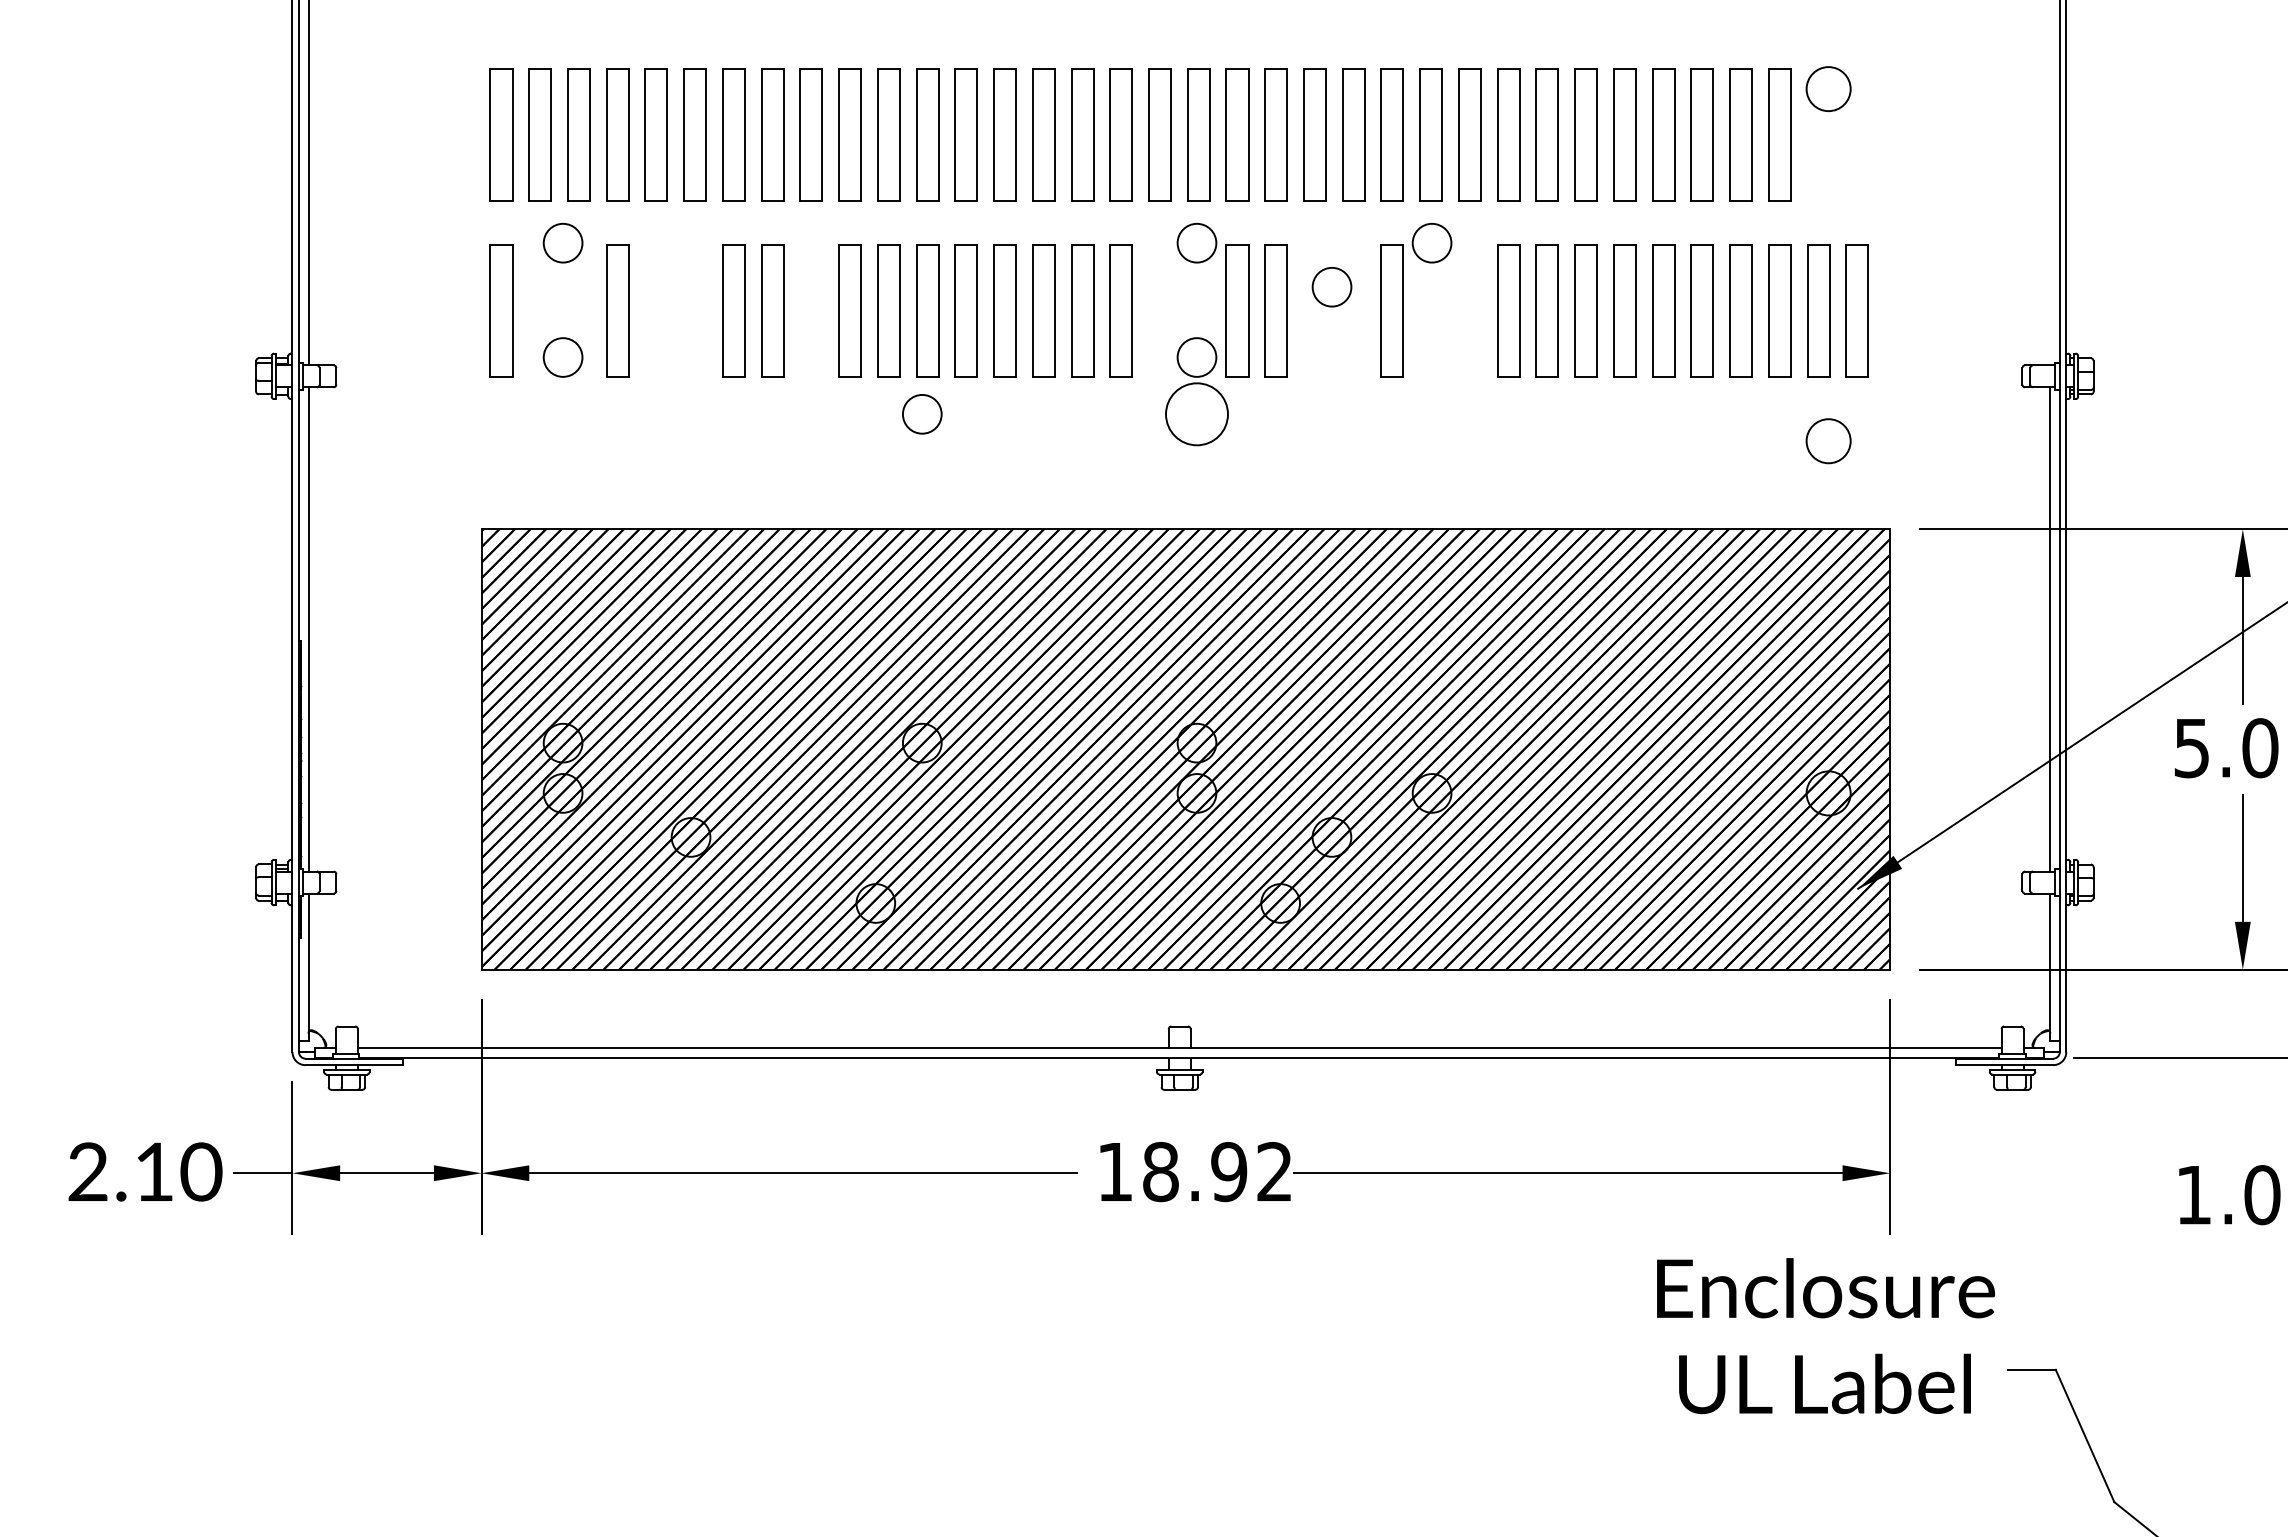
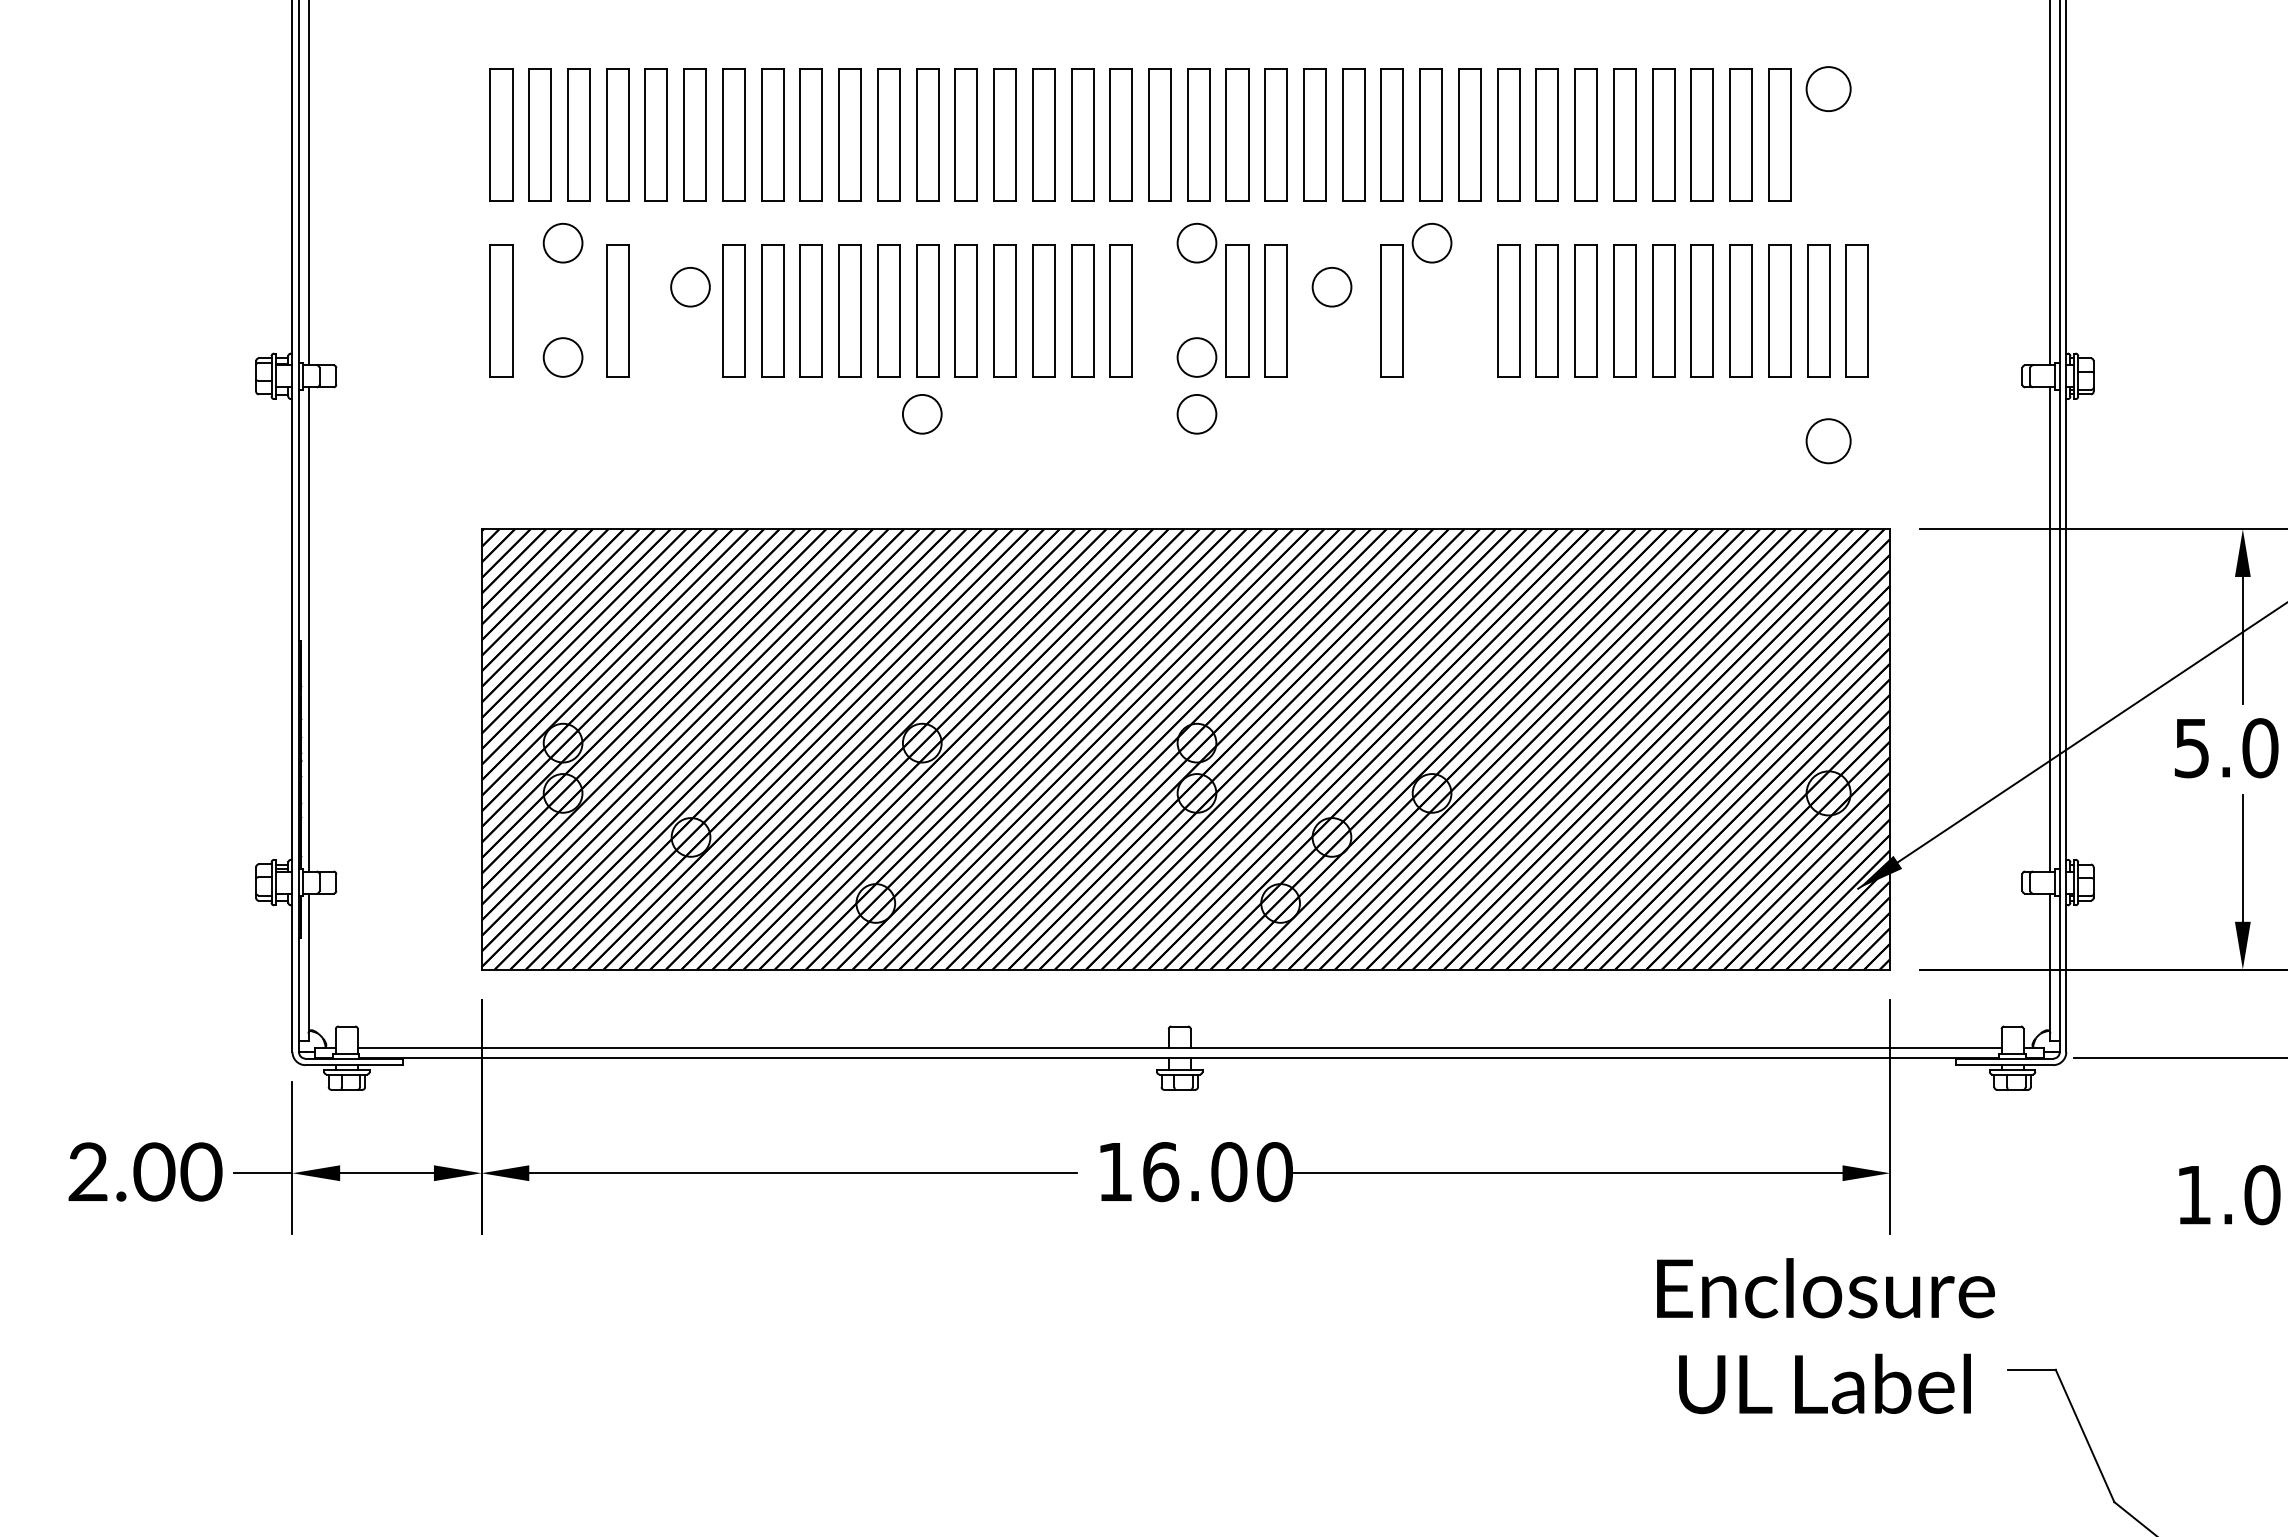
line at (2050, 183): none -> present
circle at (690, 287): none -> present
part at (810, 310): none -> present
circle at (1196, 414) diameter: 62 px -> 39 px
text at (154, 1171): 2.10 -> 2.00
text at (1217, 1172): 18.92 -> 16.00
